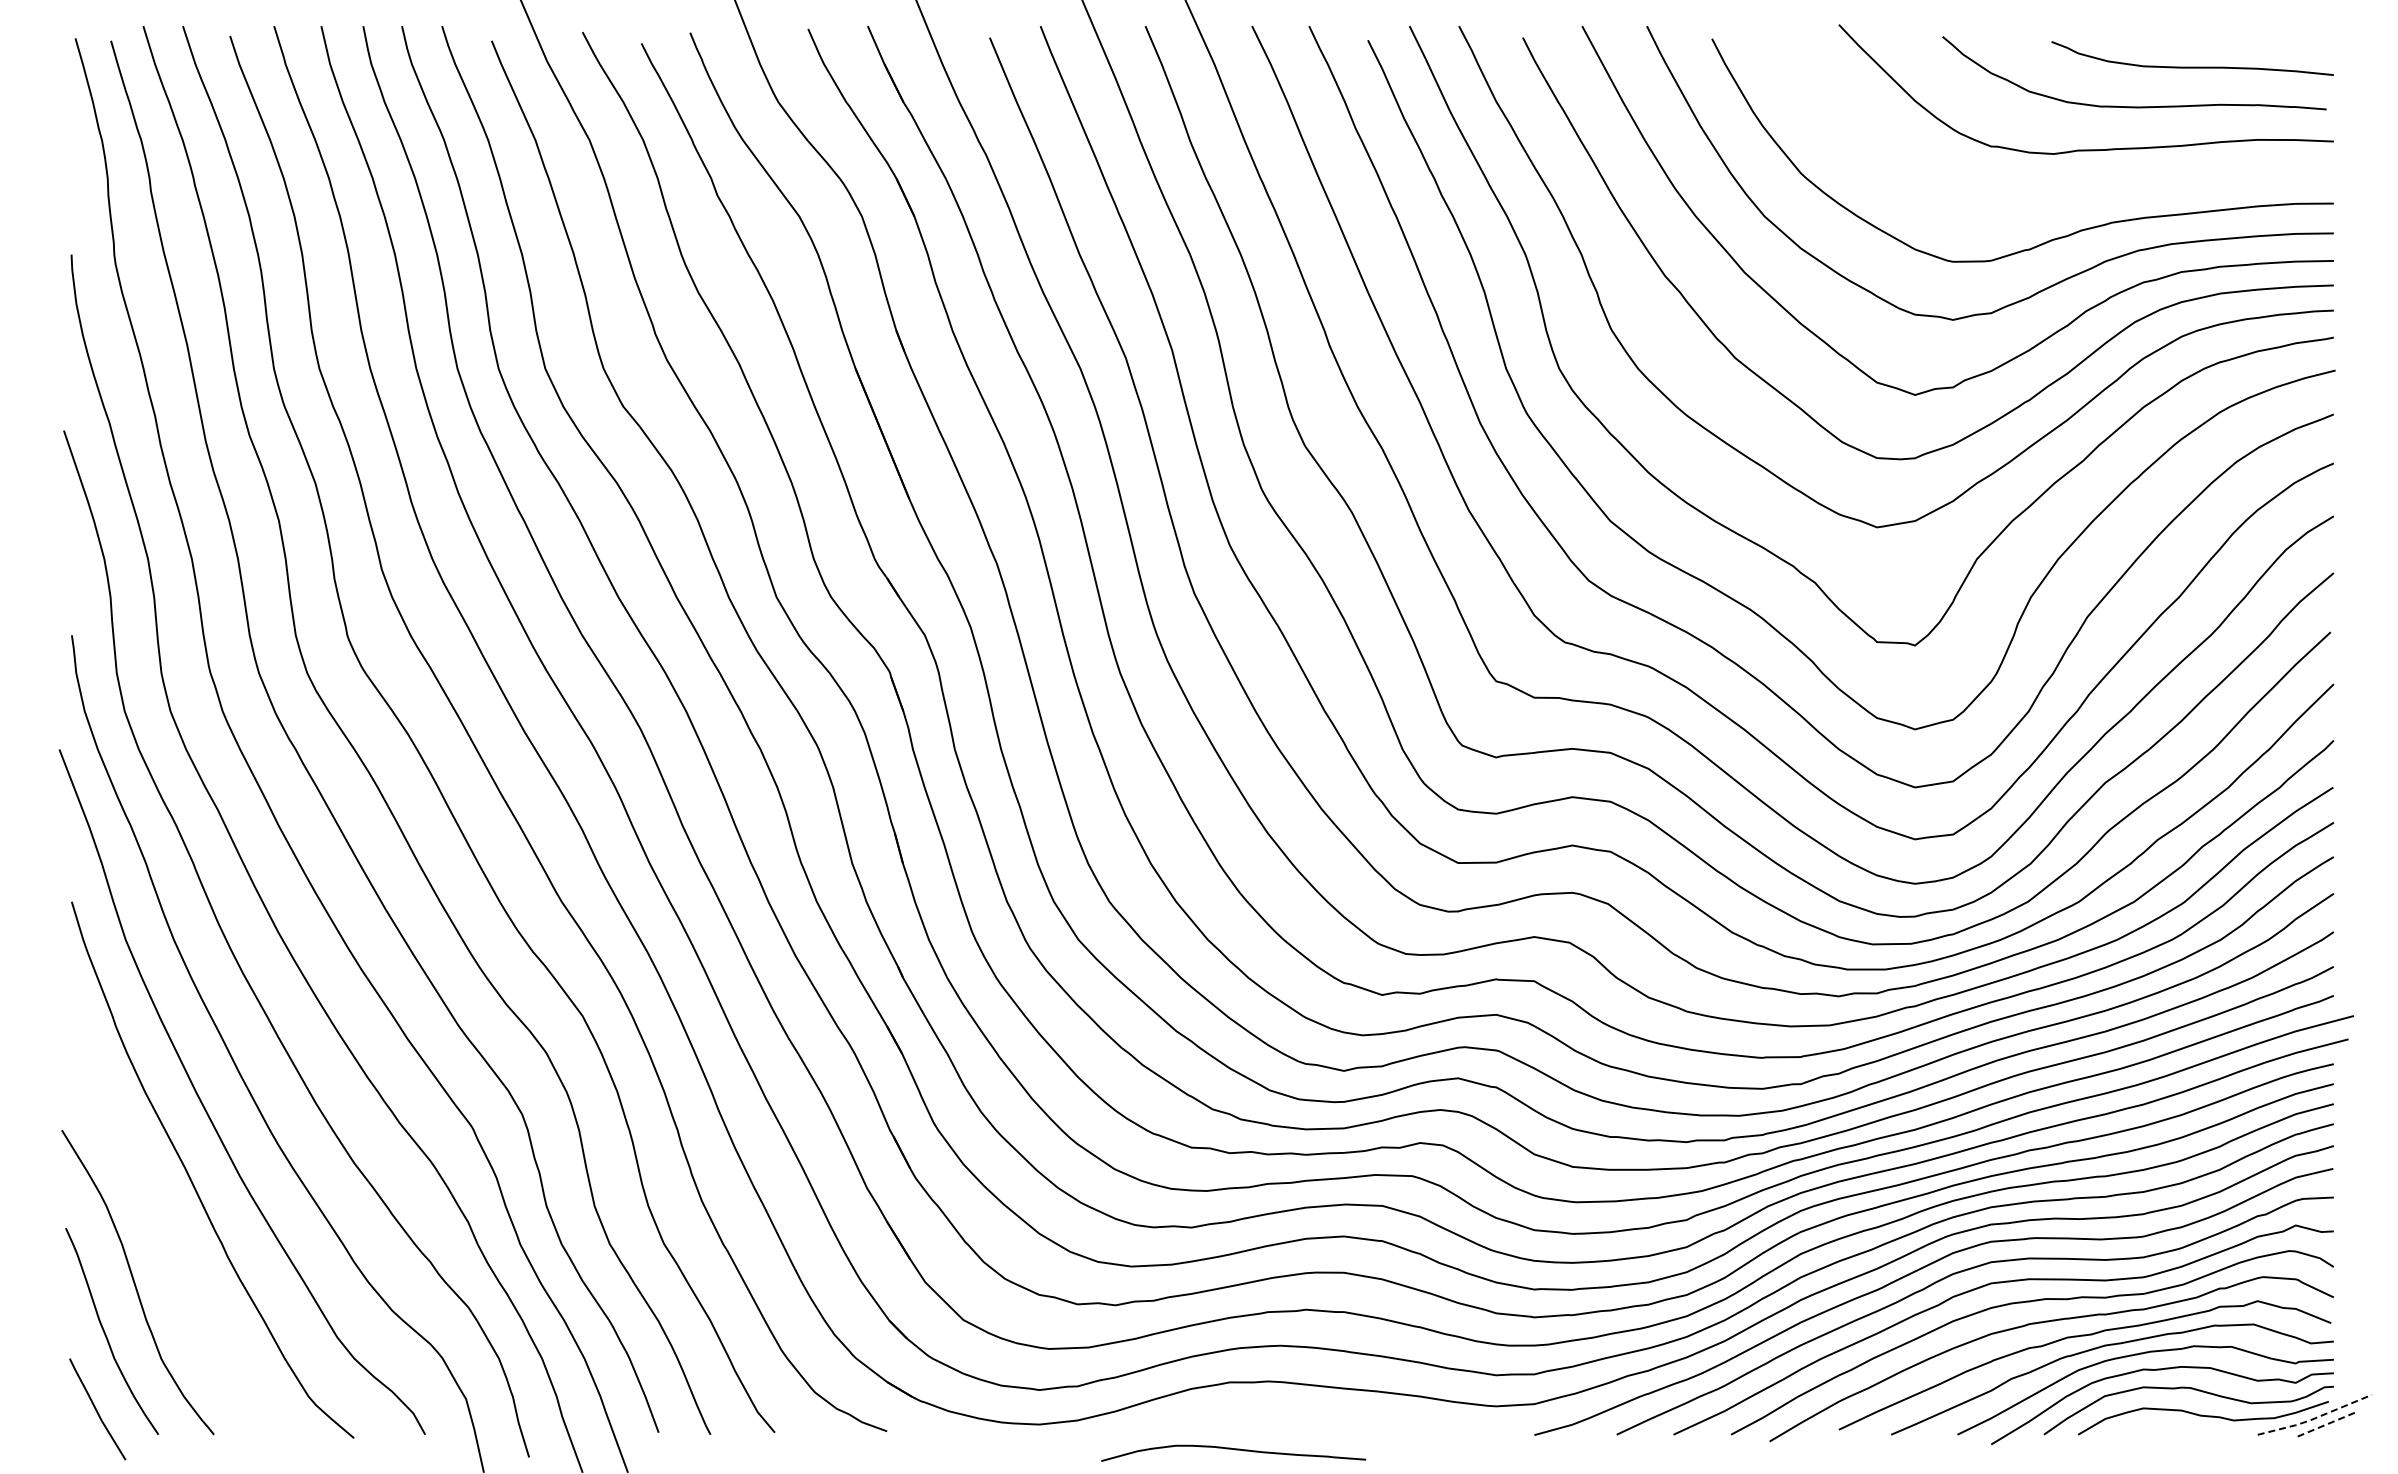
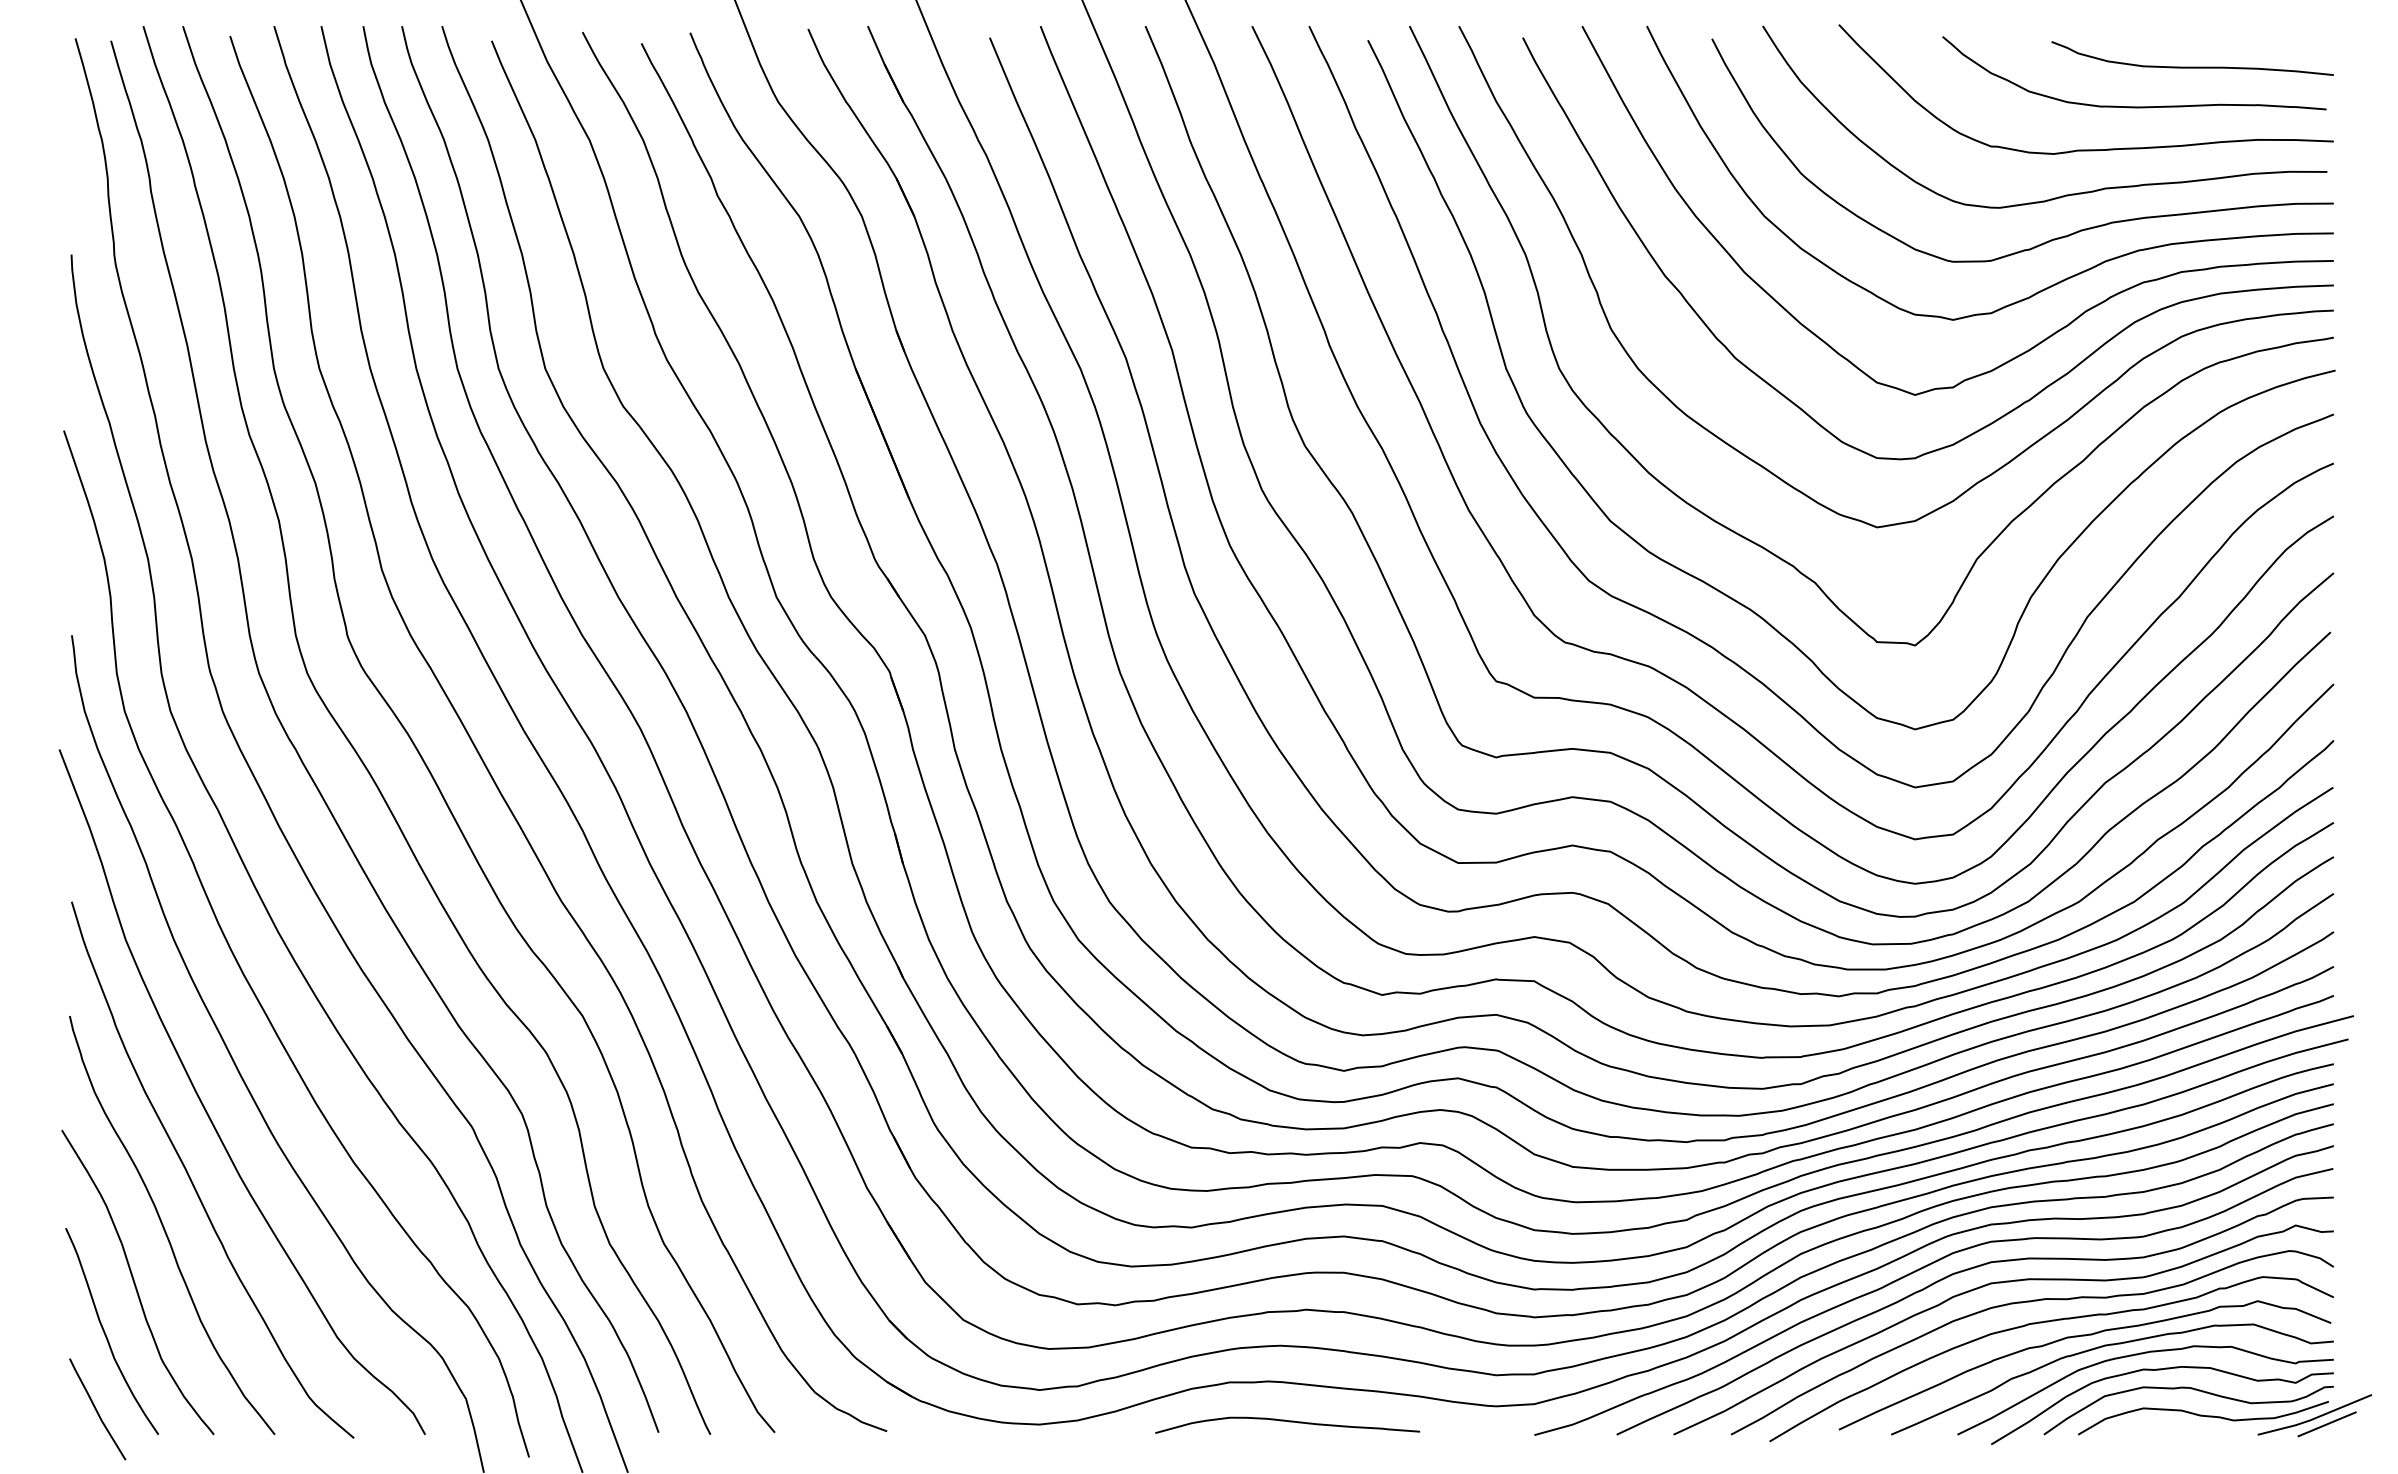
curve at (2062, 195): none -> present
curve at (164, 1226): none -> present
line at (2314, 1418): dashed -> solid
line at (2327, 1424): dashed -> solid
curve at (1235, 1450) position: (1235, 1450) -> (1289, 1422)
